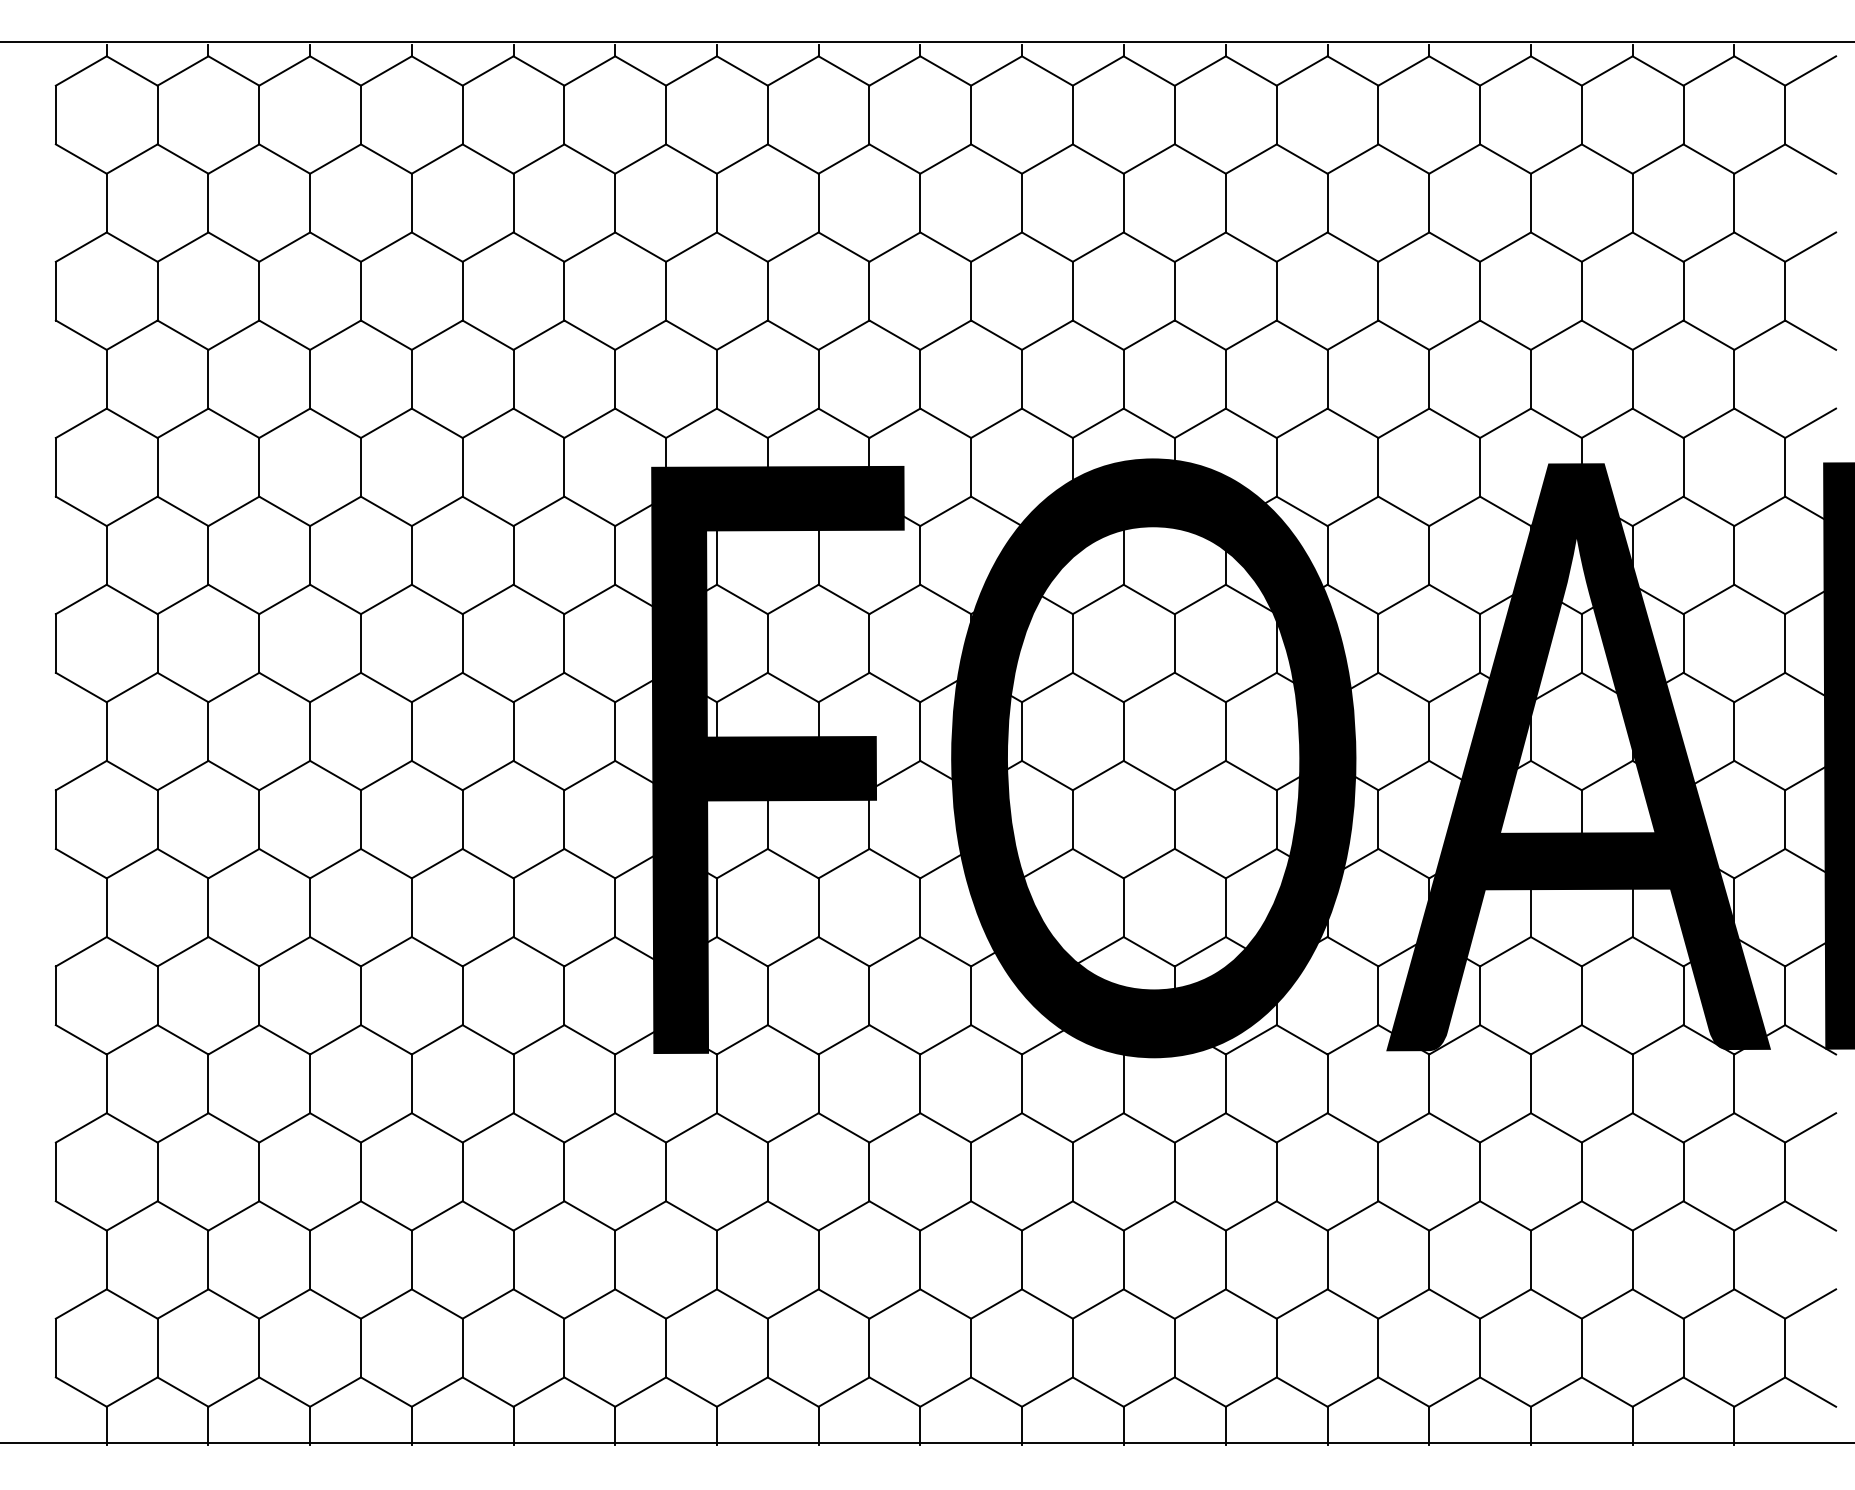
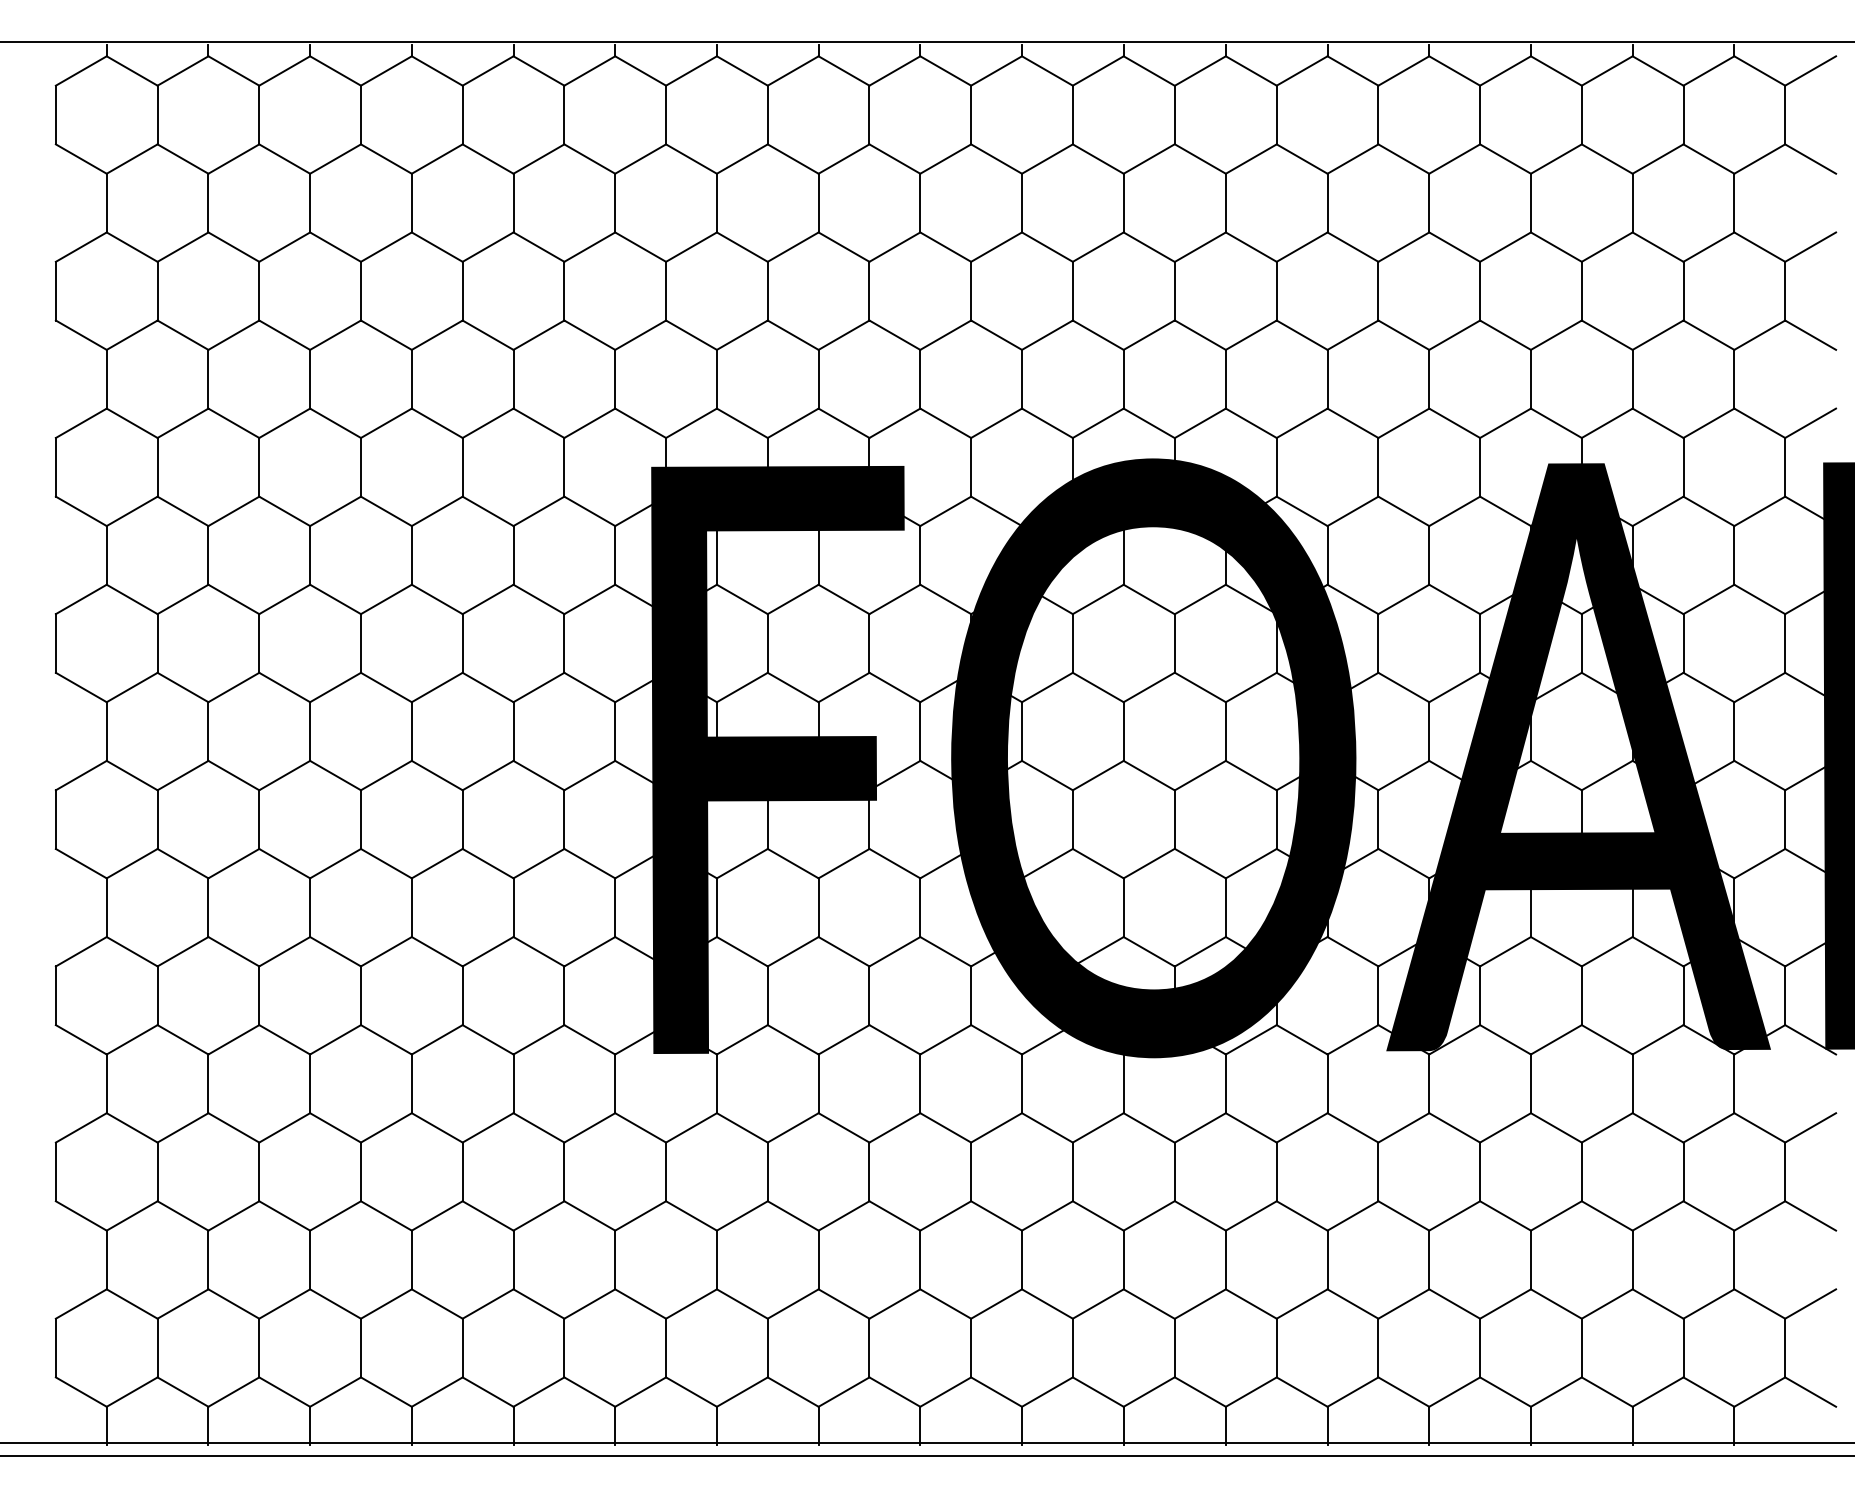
line at (926, 1456): none -> present
